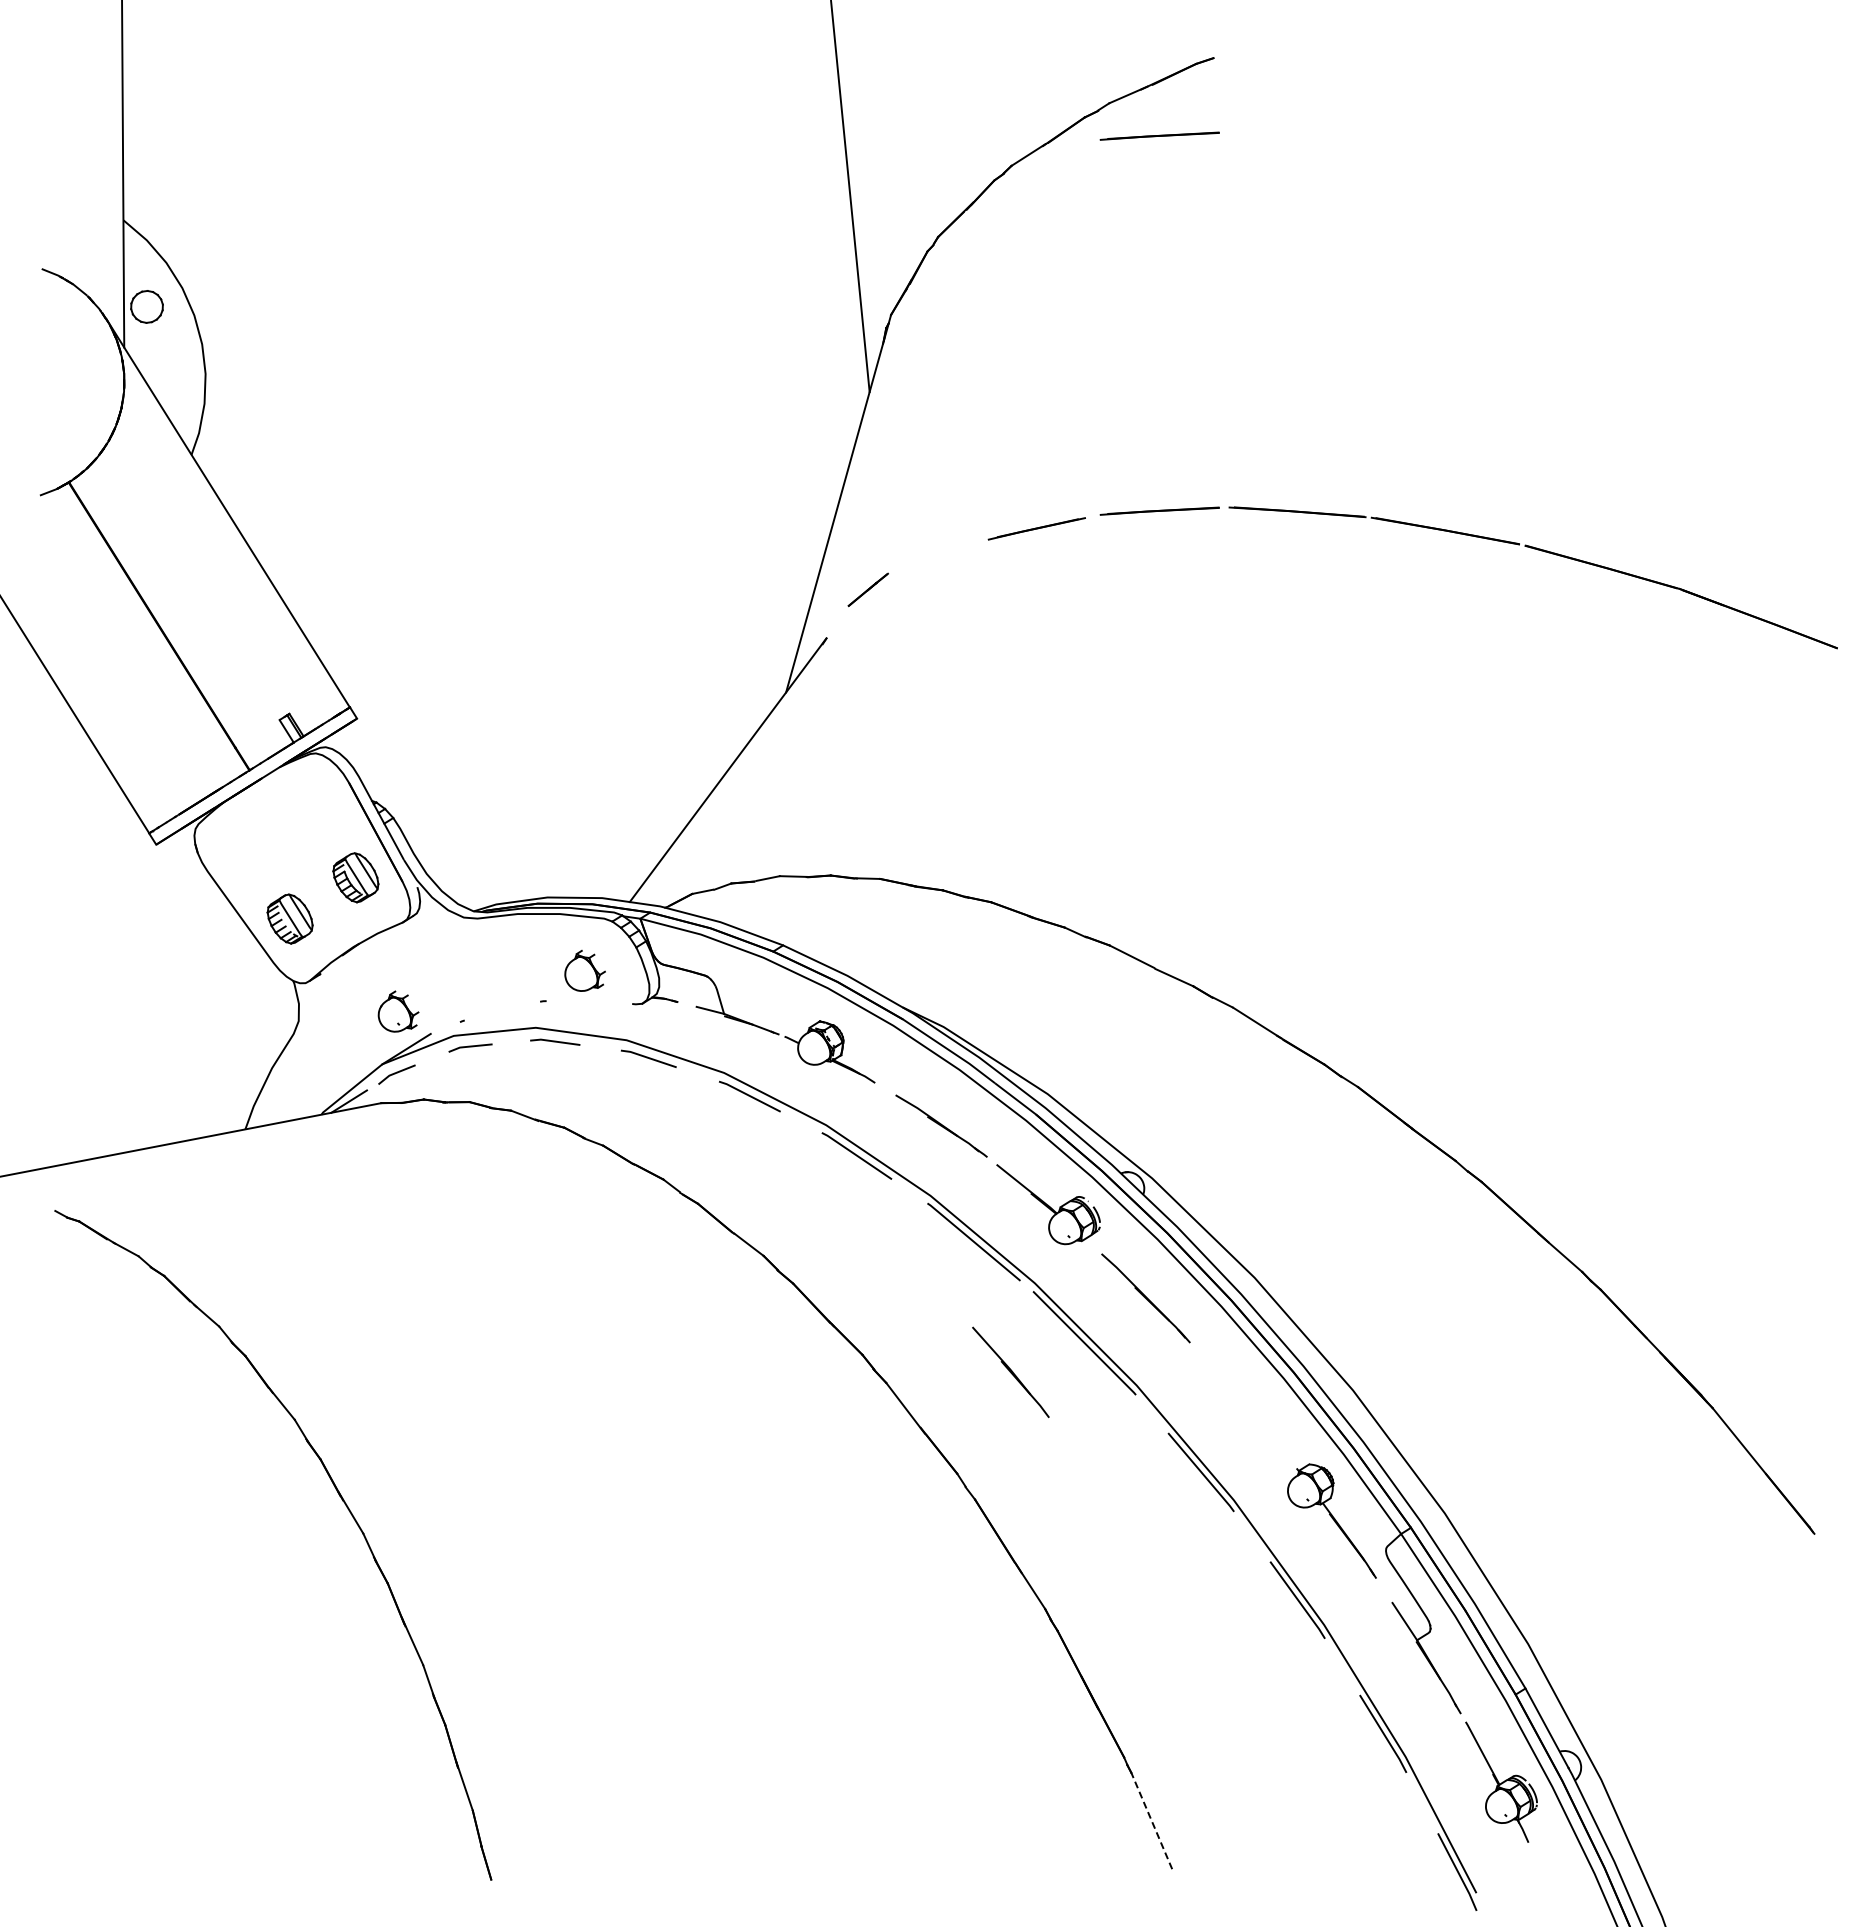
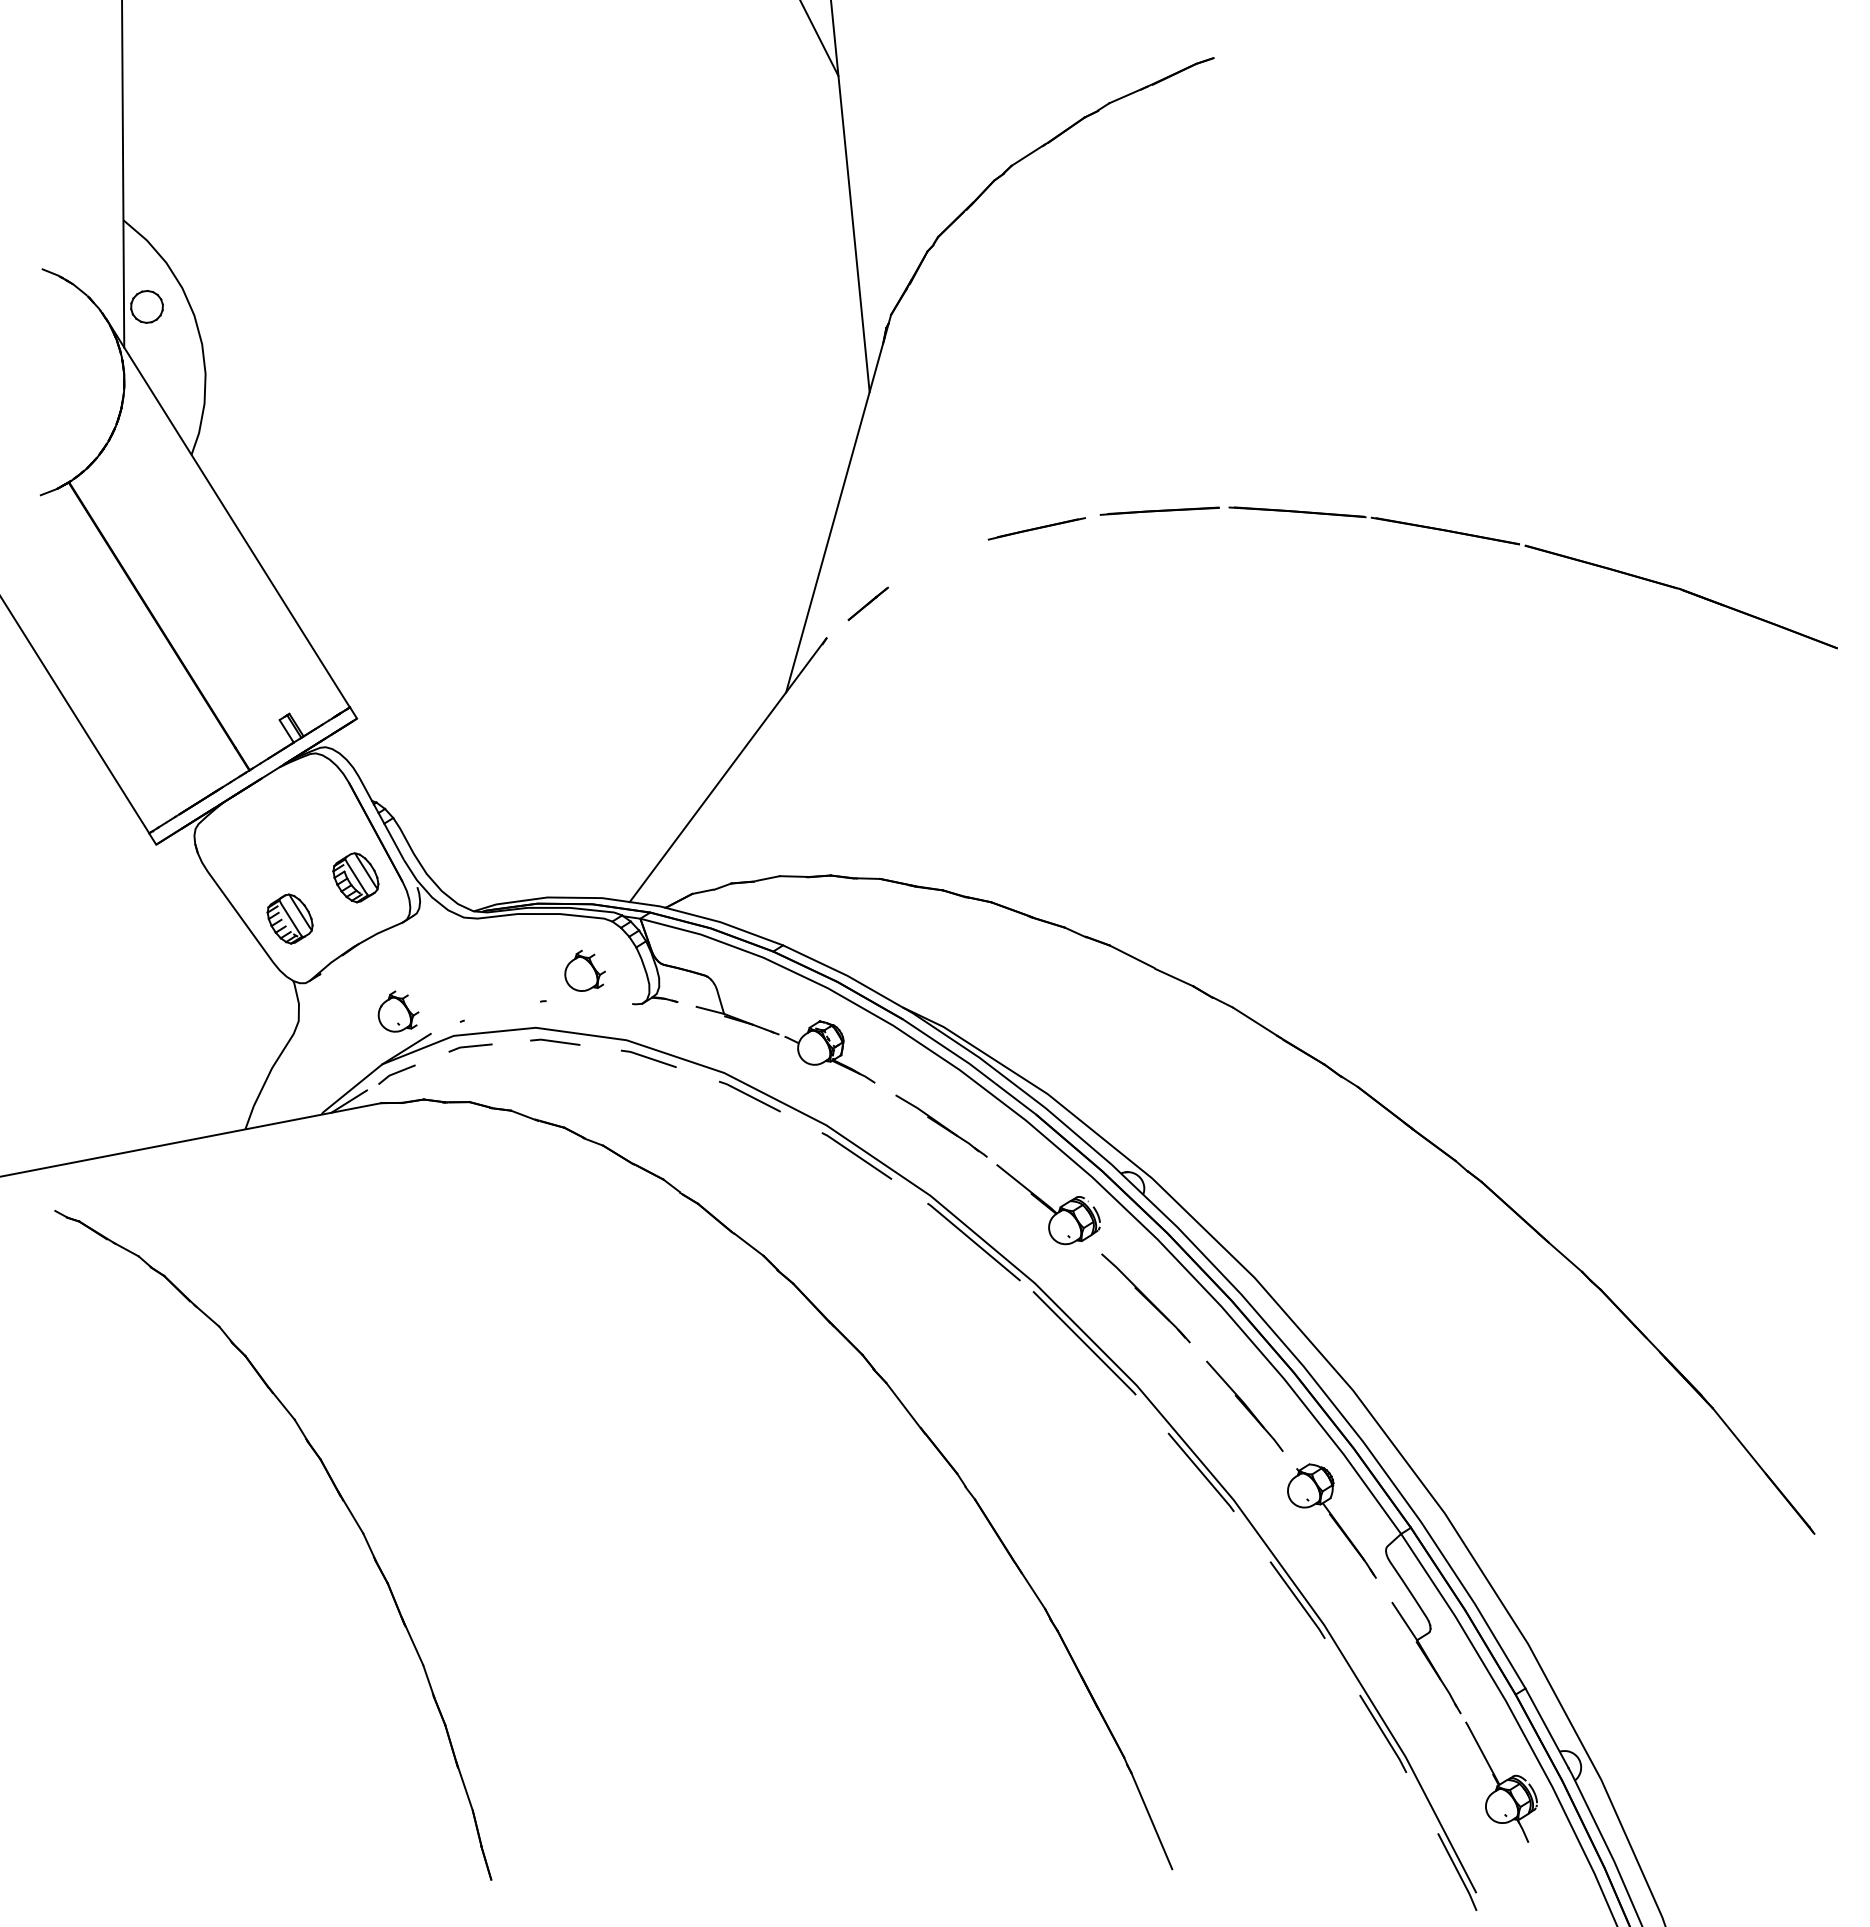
line at (819, 39): none -> present
line at (1159, 135): present -> none
line at (867, 589) position: (867, 589) -> (867, 603)
part at (1010, 1371) position: (1010, 1371) -> (1244, 1405)
line at (1151, 1820): dashed -> solid
